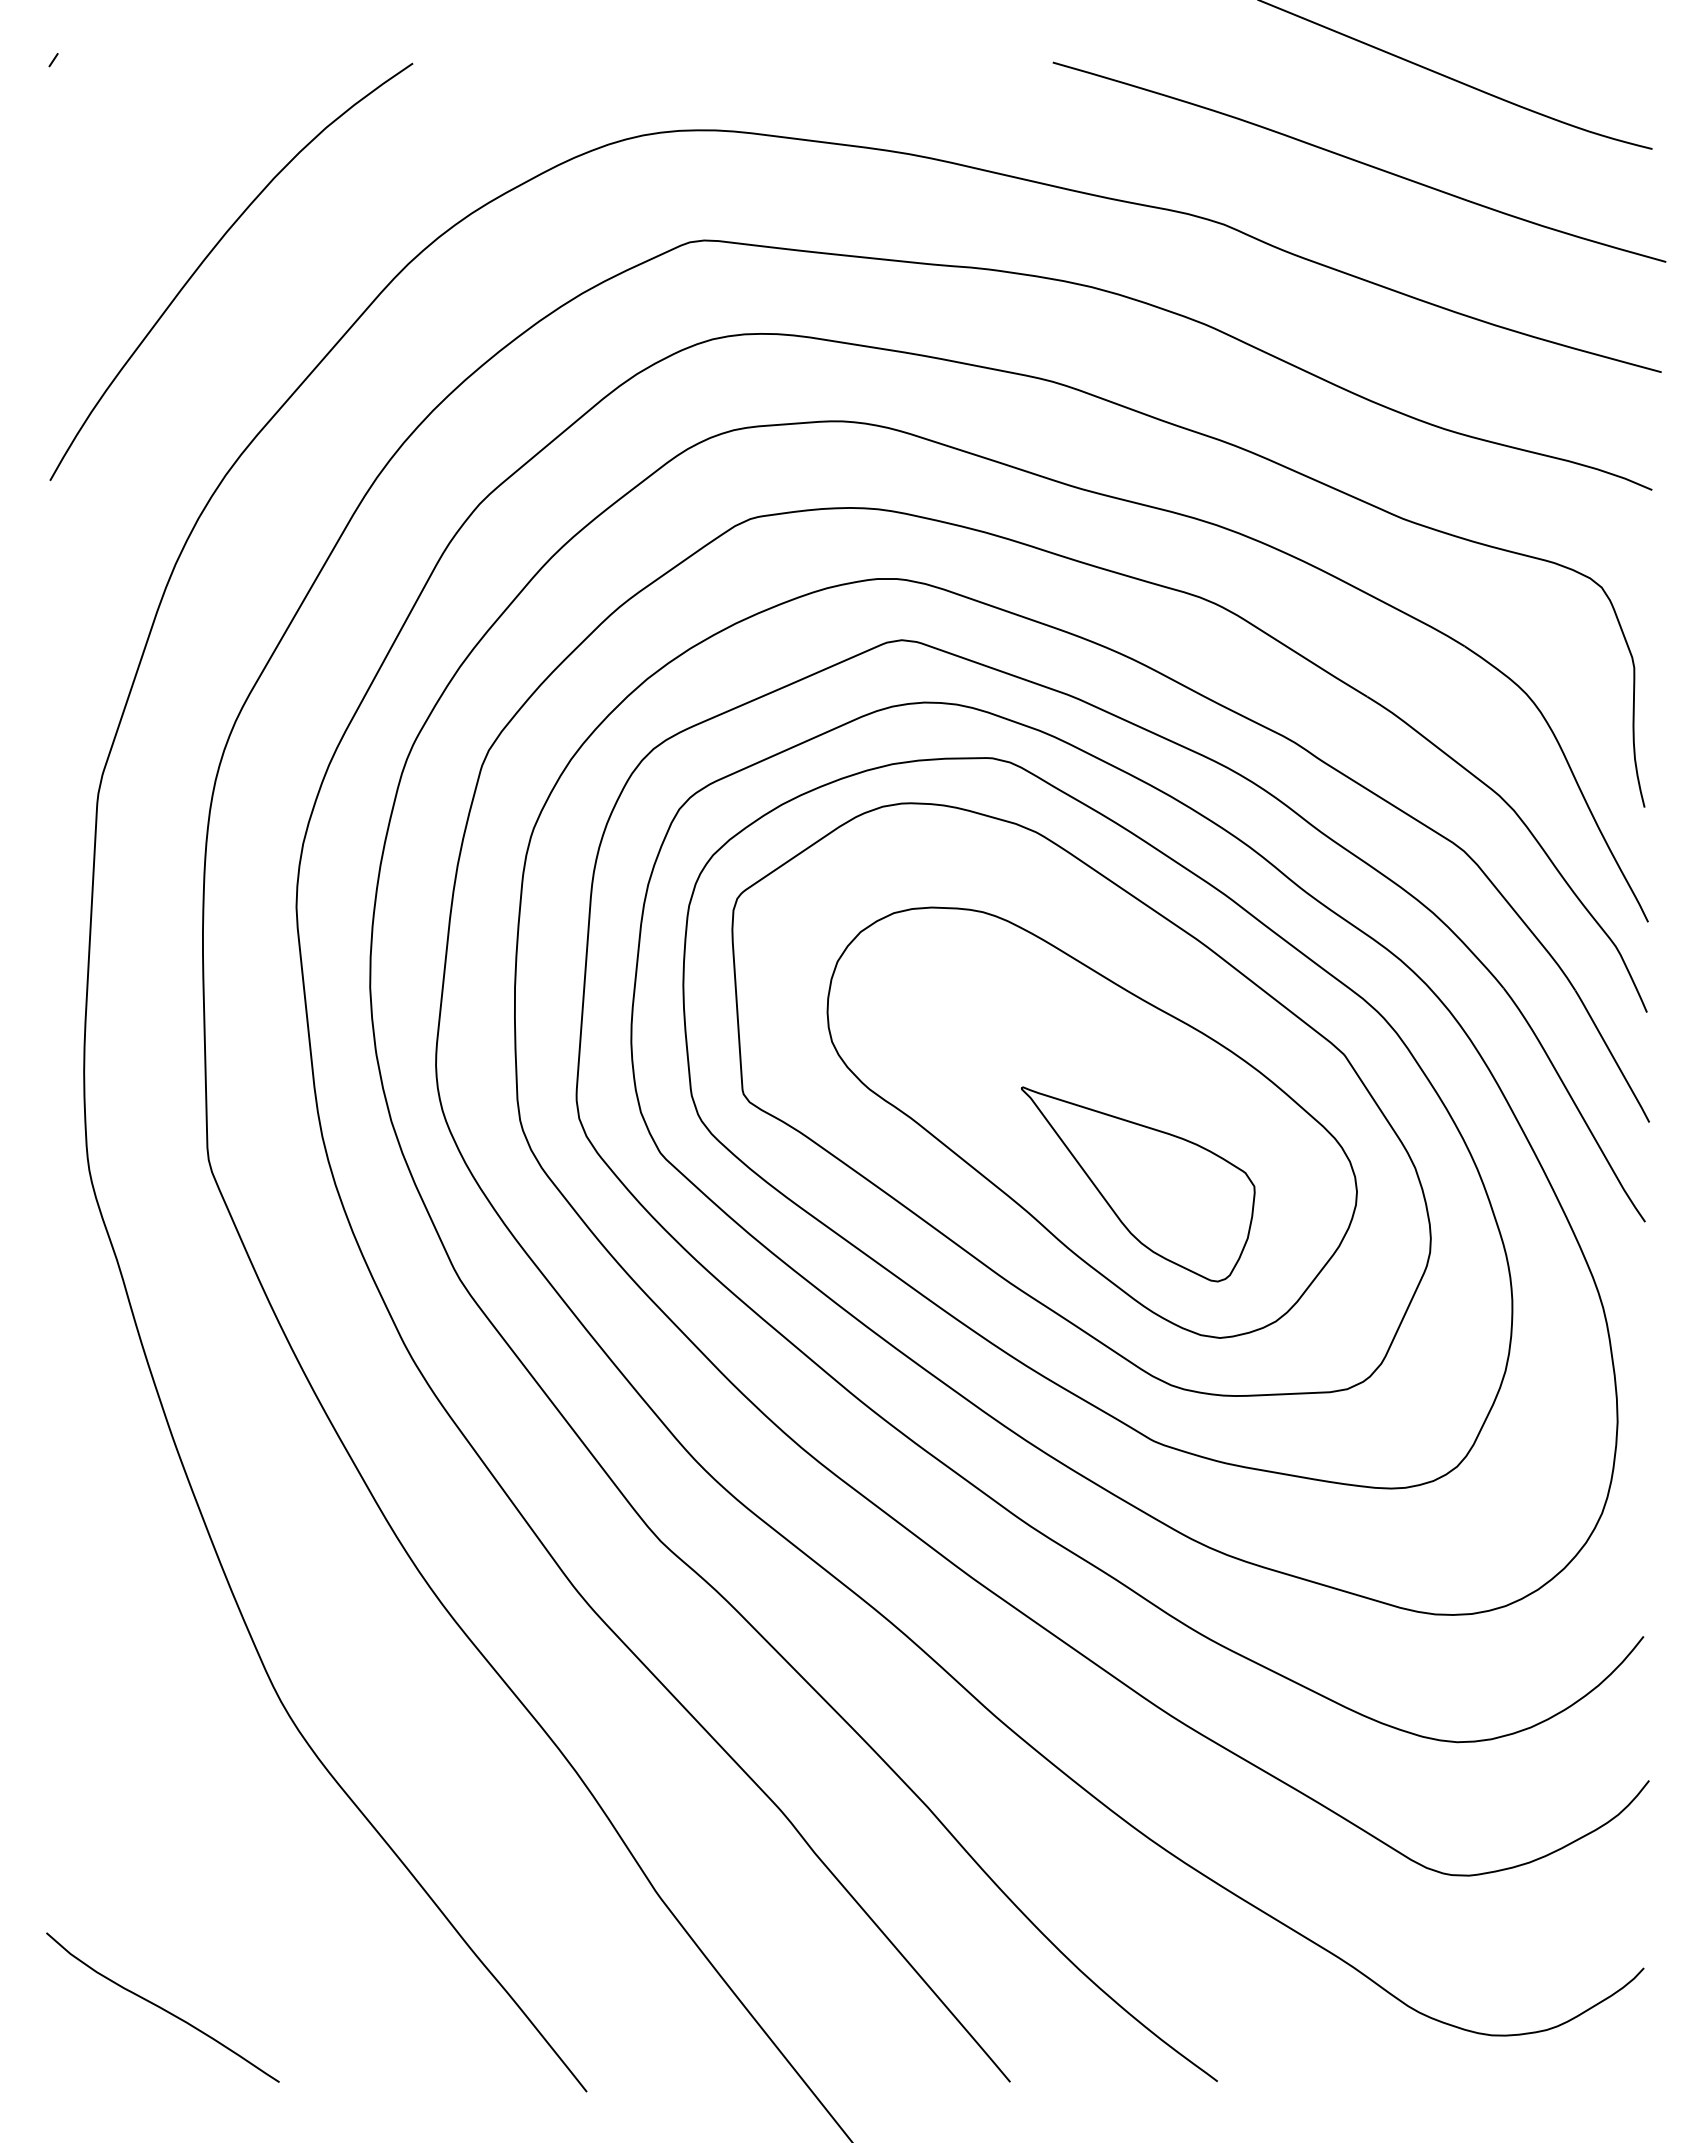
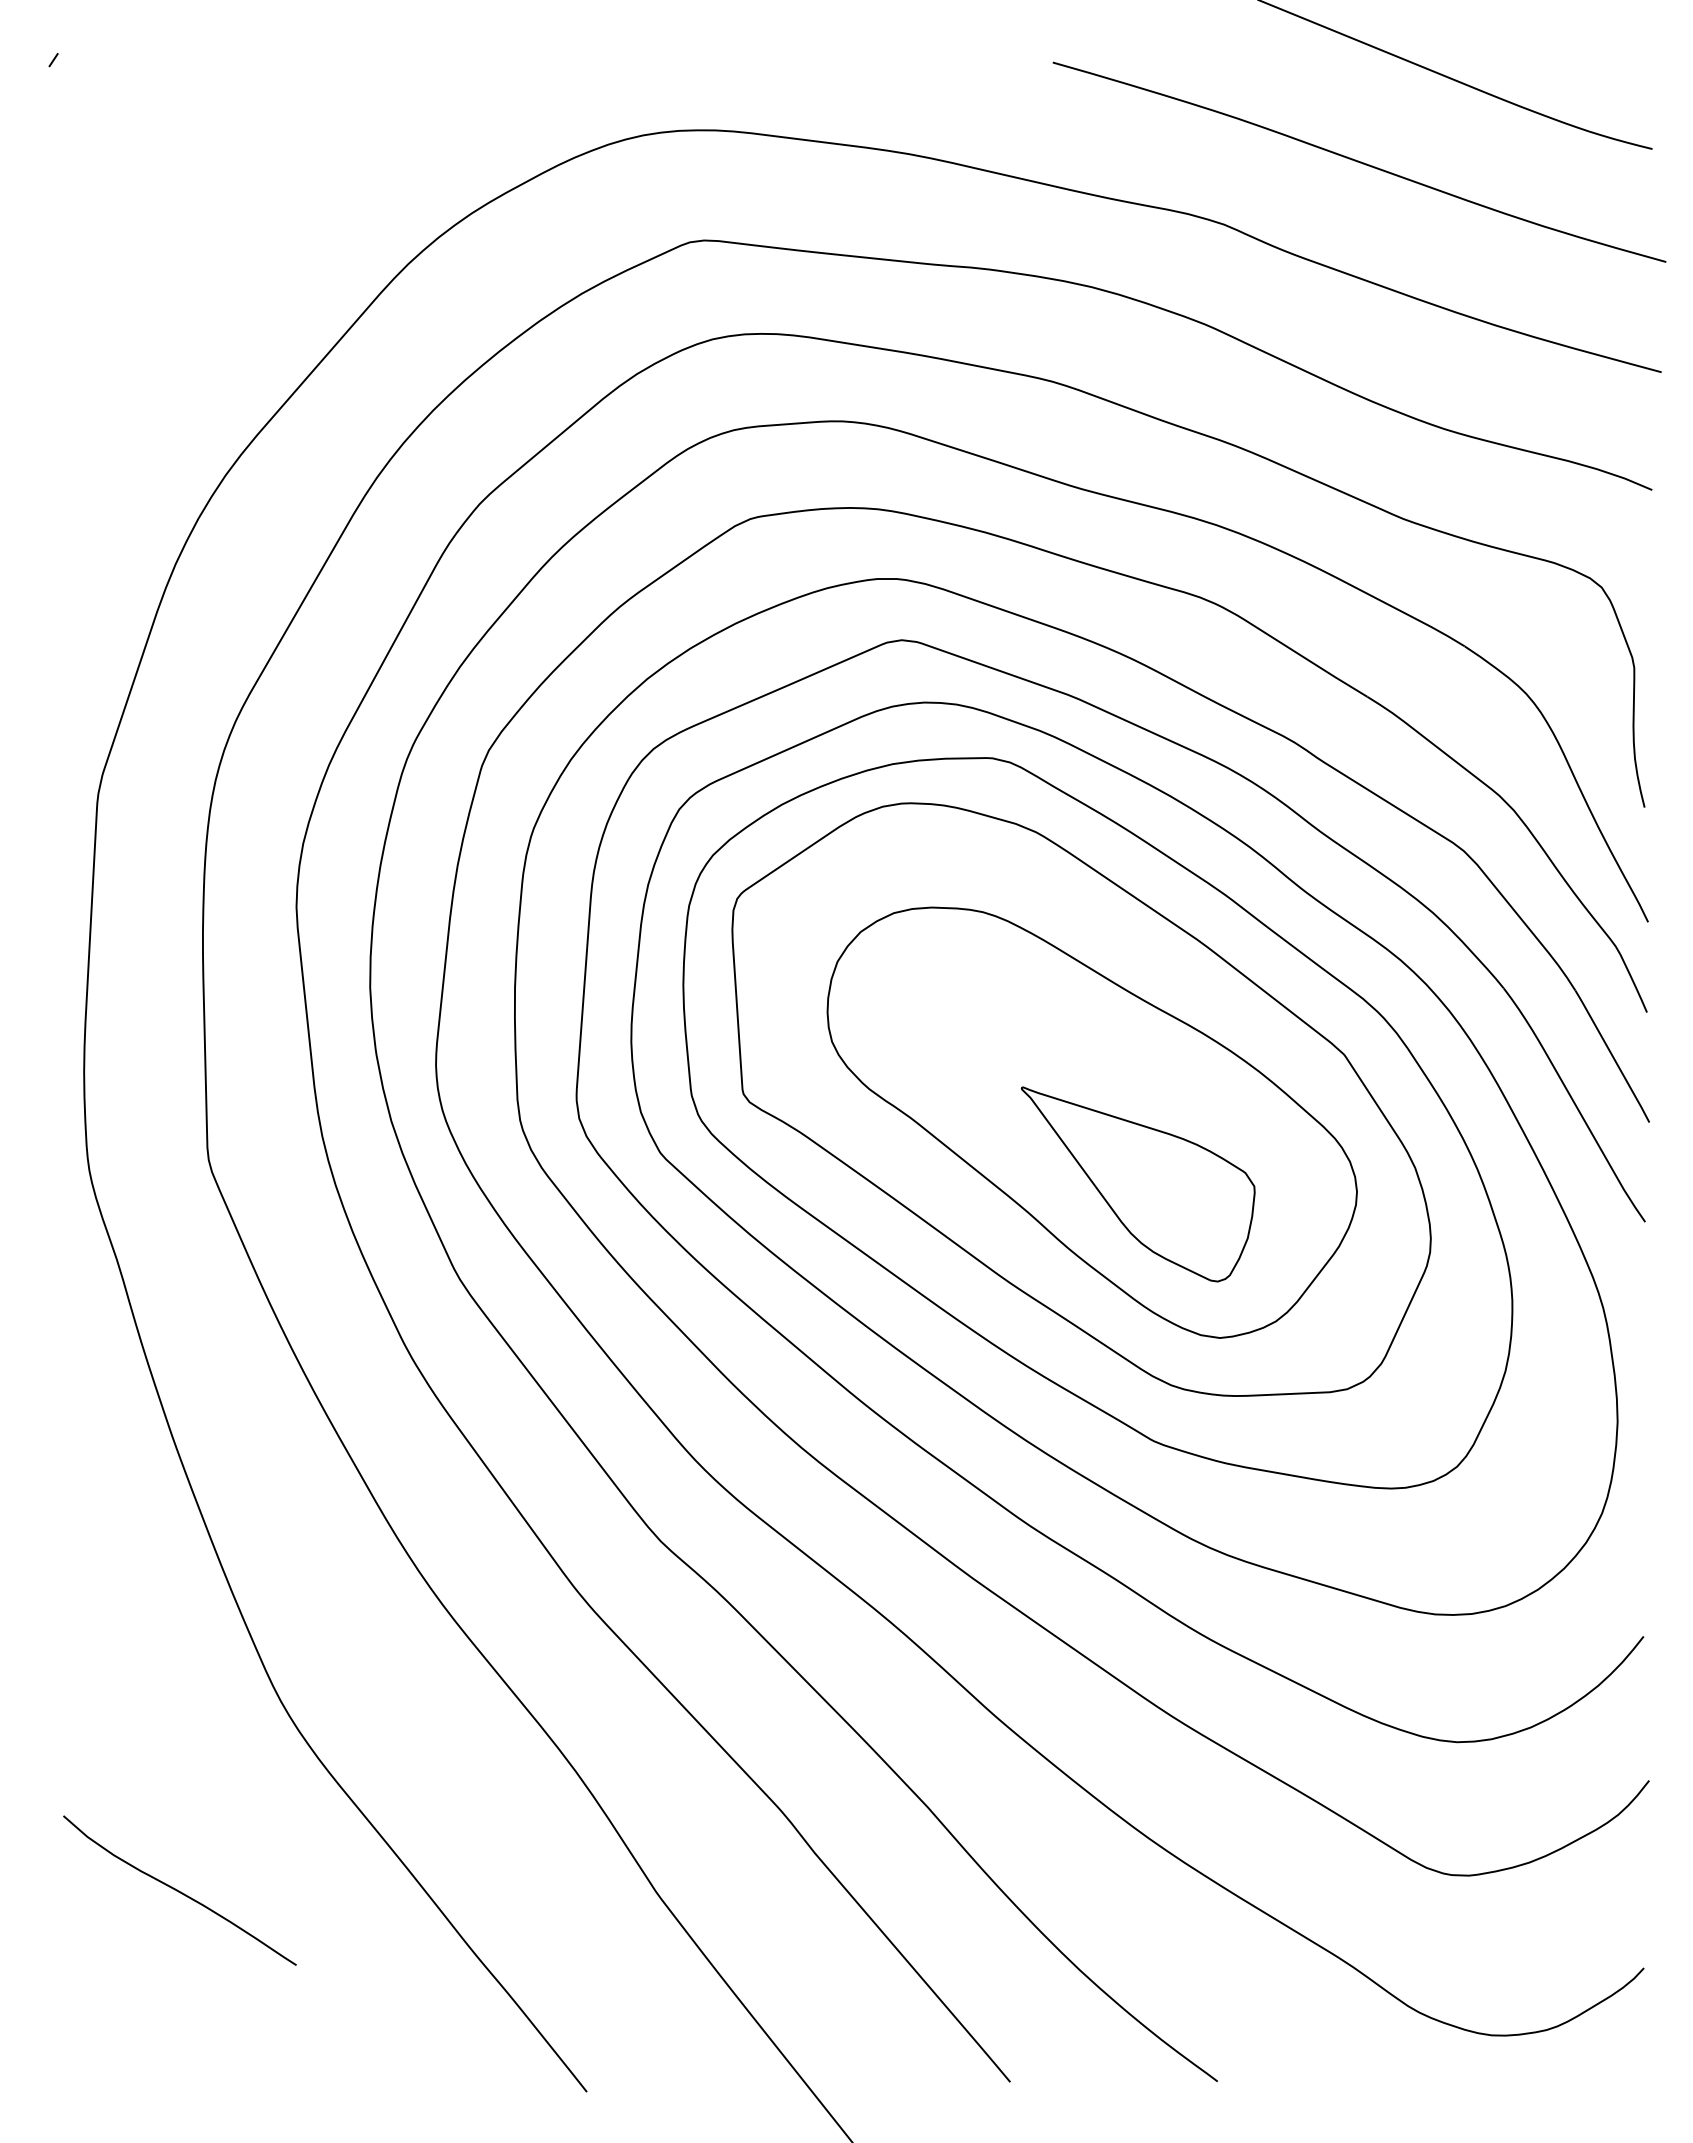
curve at (209, 255): present -> none
curve at (162, 2007) position: (162, 2007) -> (179, 1890)
